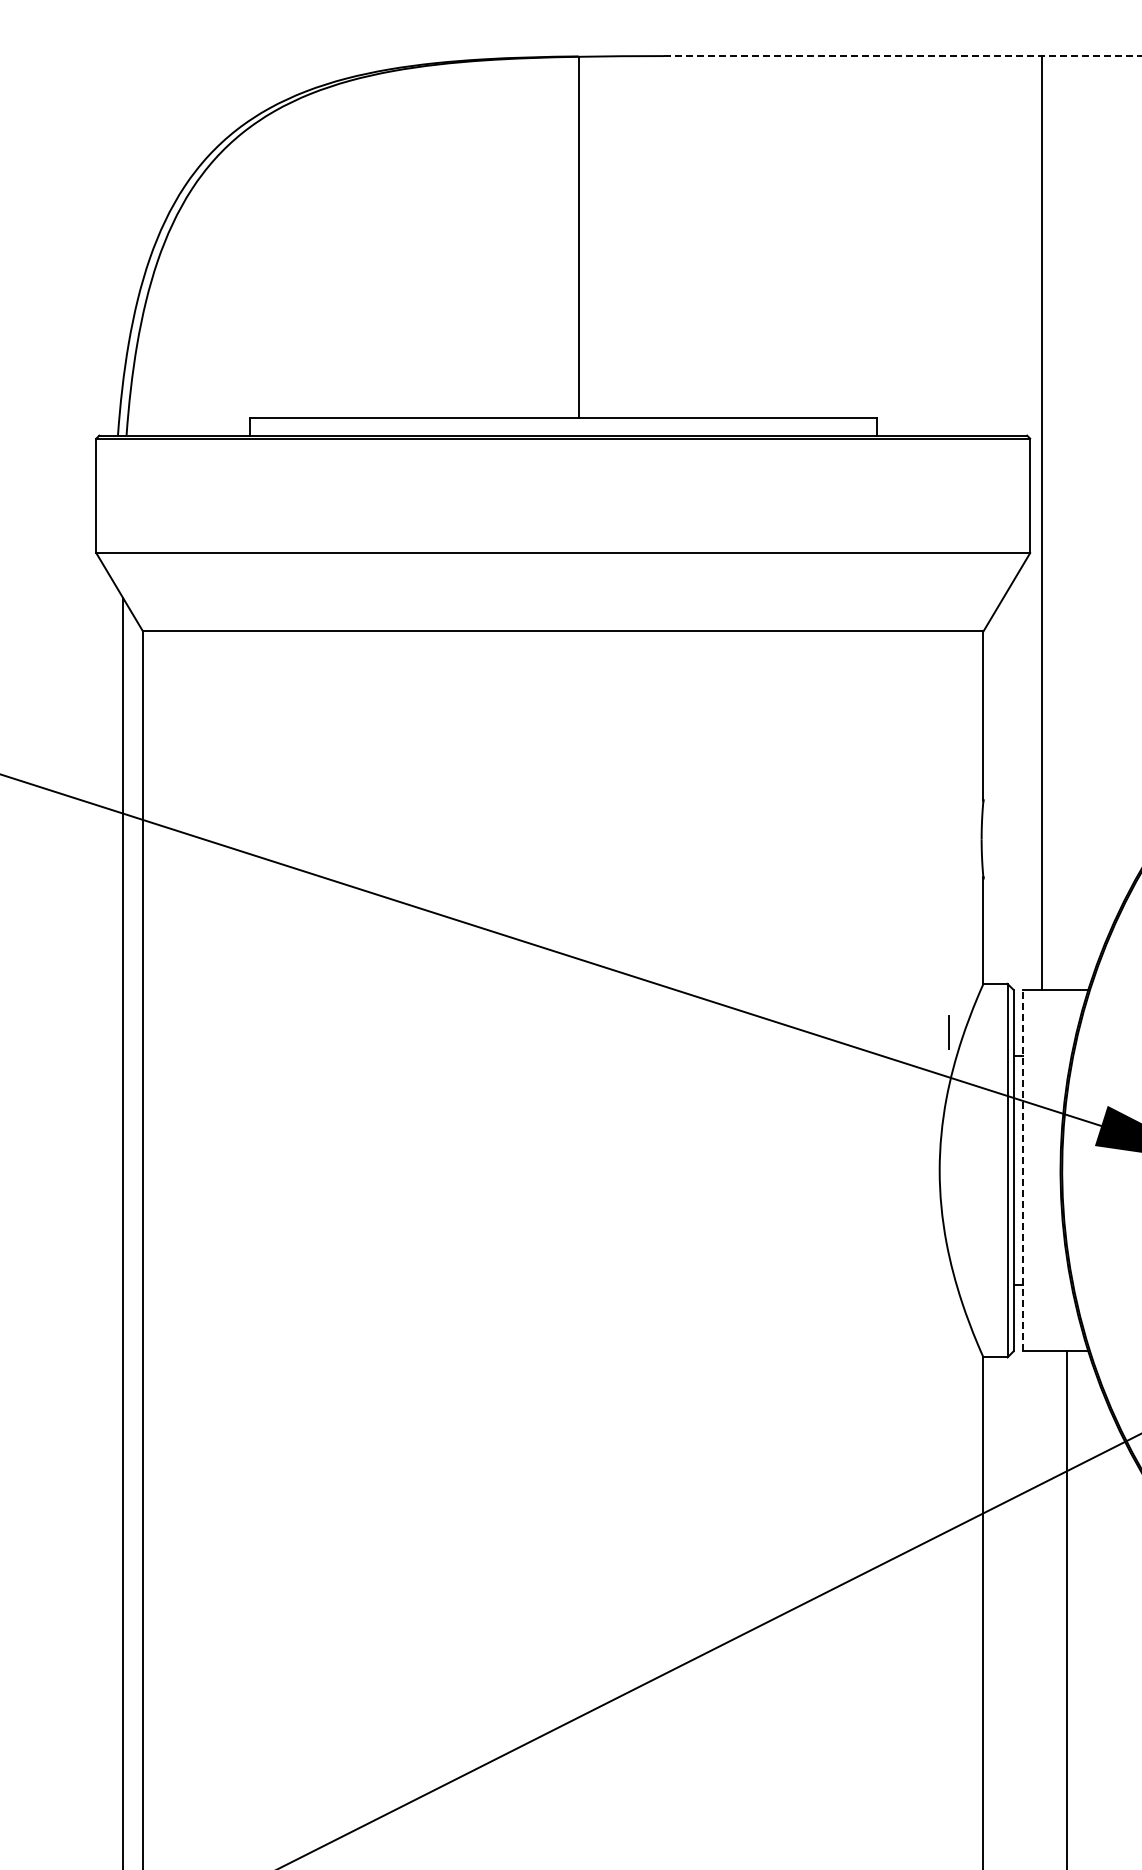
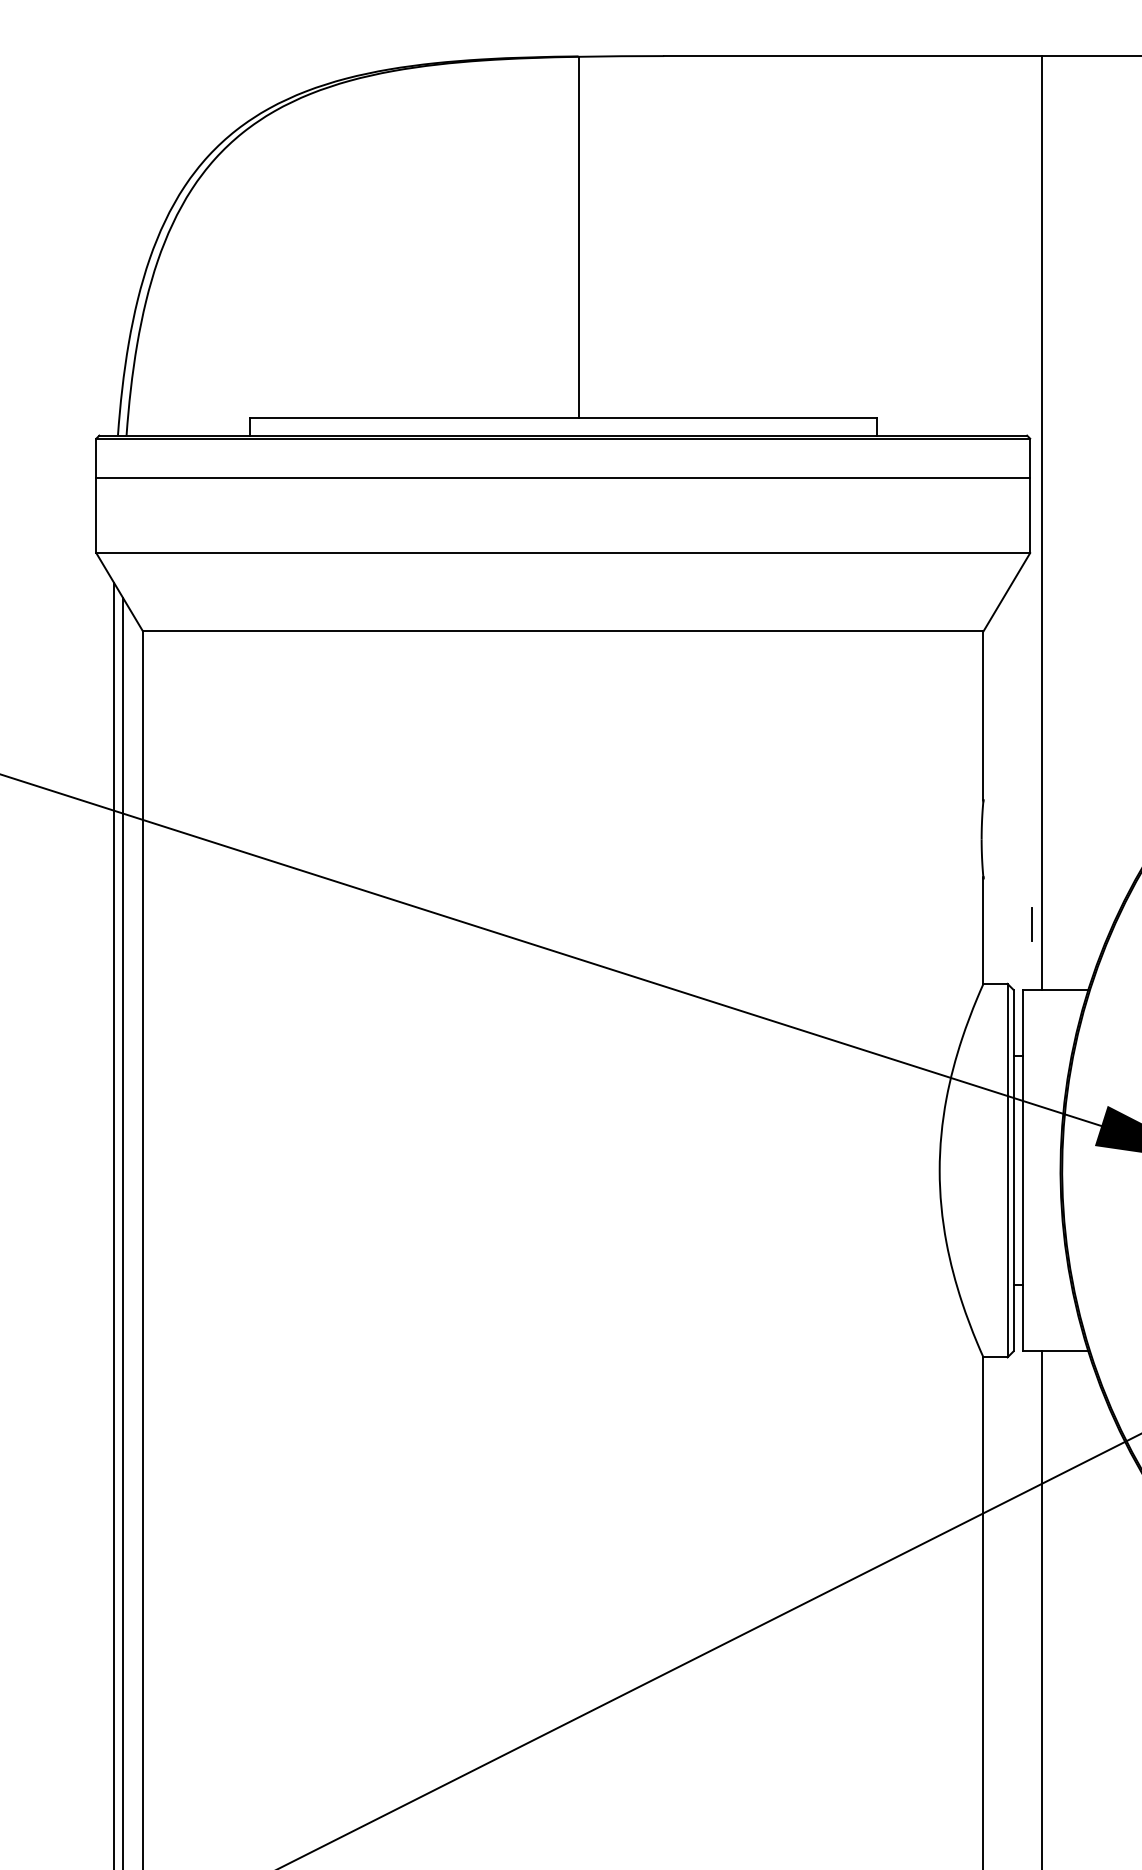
line at (903, 56): dashed -> solid
line at (563, 477): none -> present
line at (948, 1032) position: (948, 1032) -> (1031, 924)
line at (1022, 1170): dashed -> solid
line at (114, 1224): none -> present
line at (1067, 1608) position: (1067, 1608) -> (1042, 1608)
